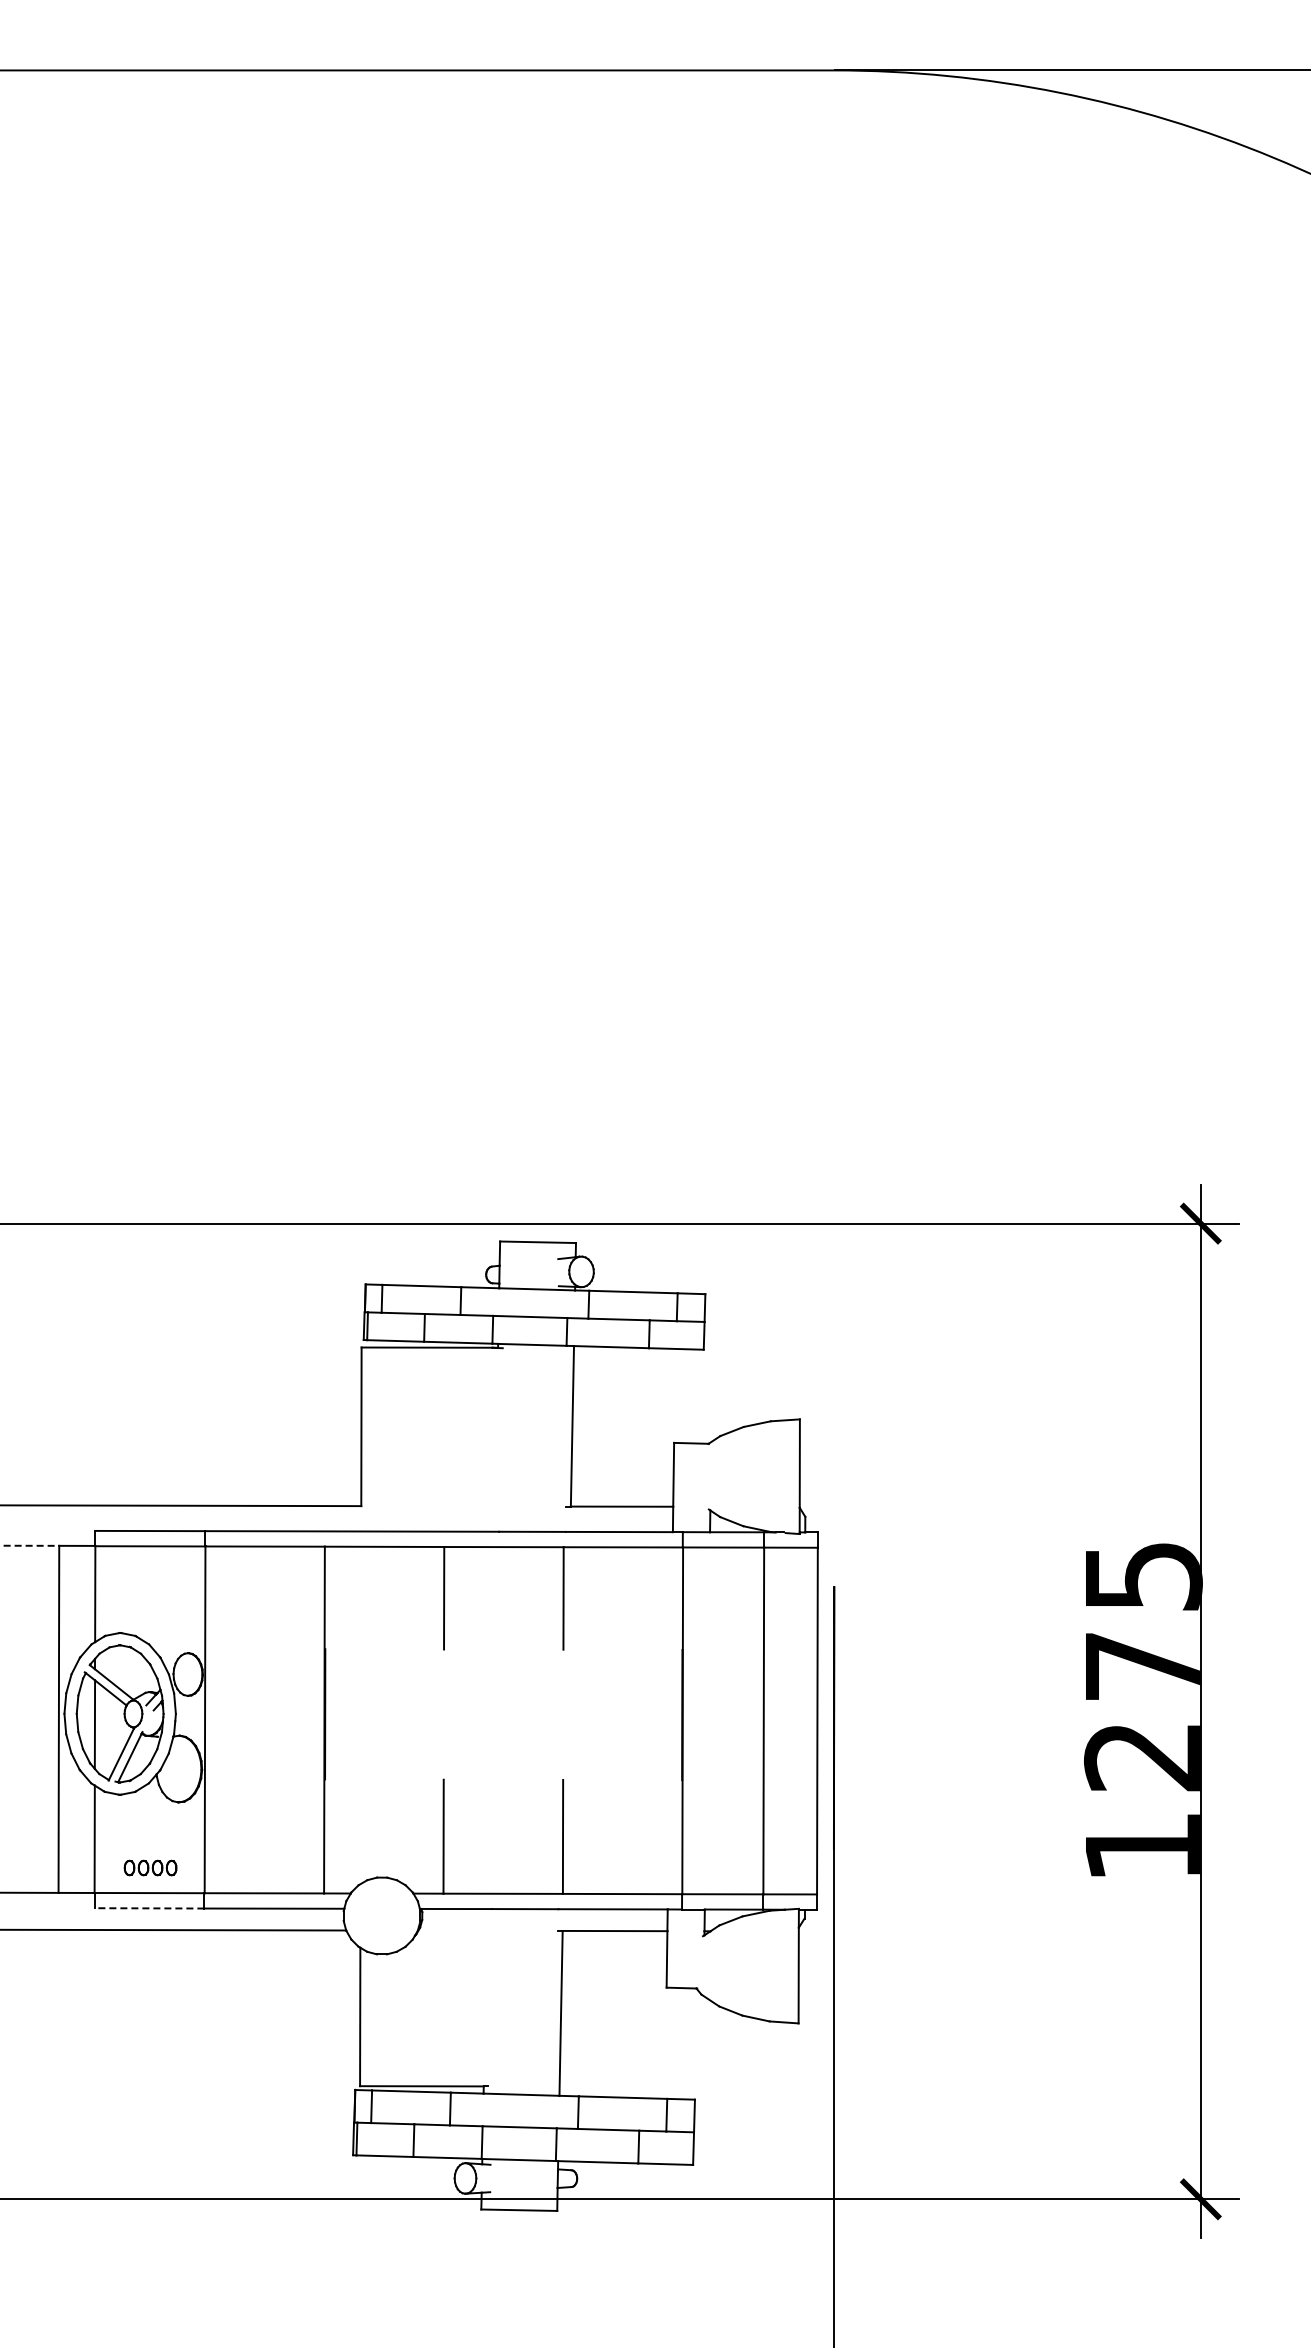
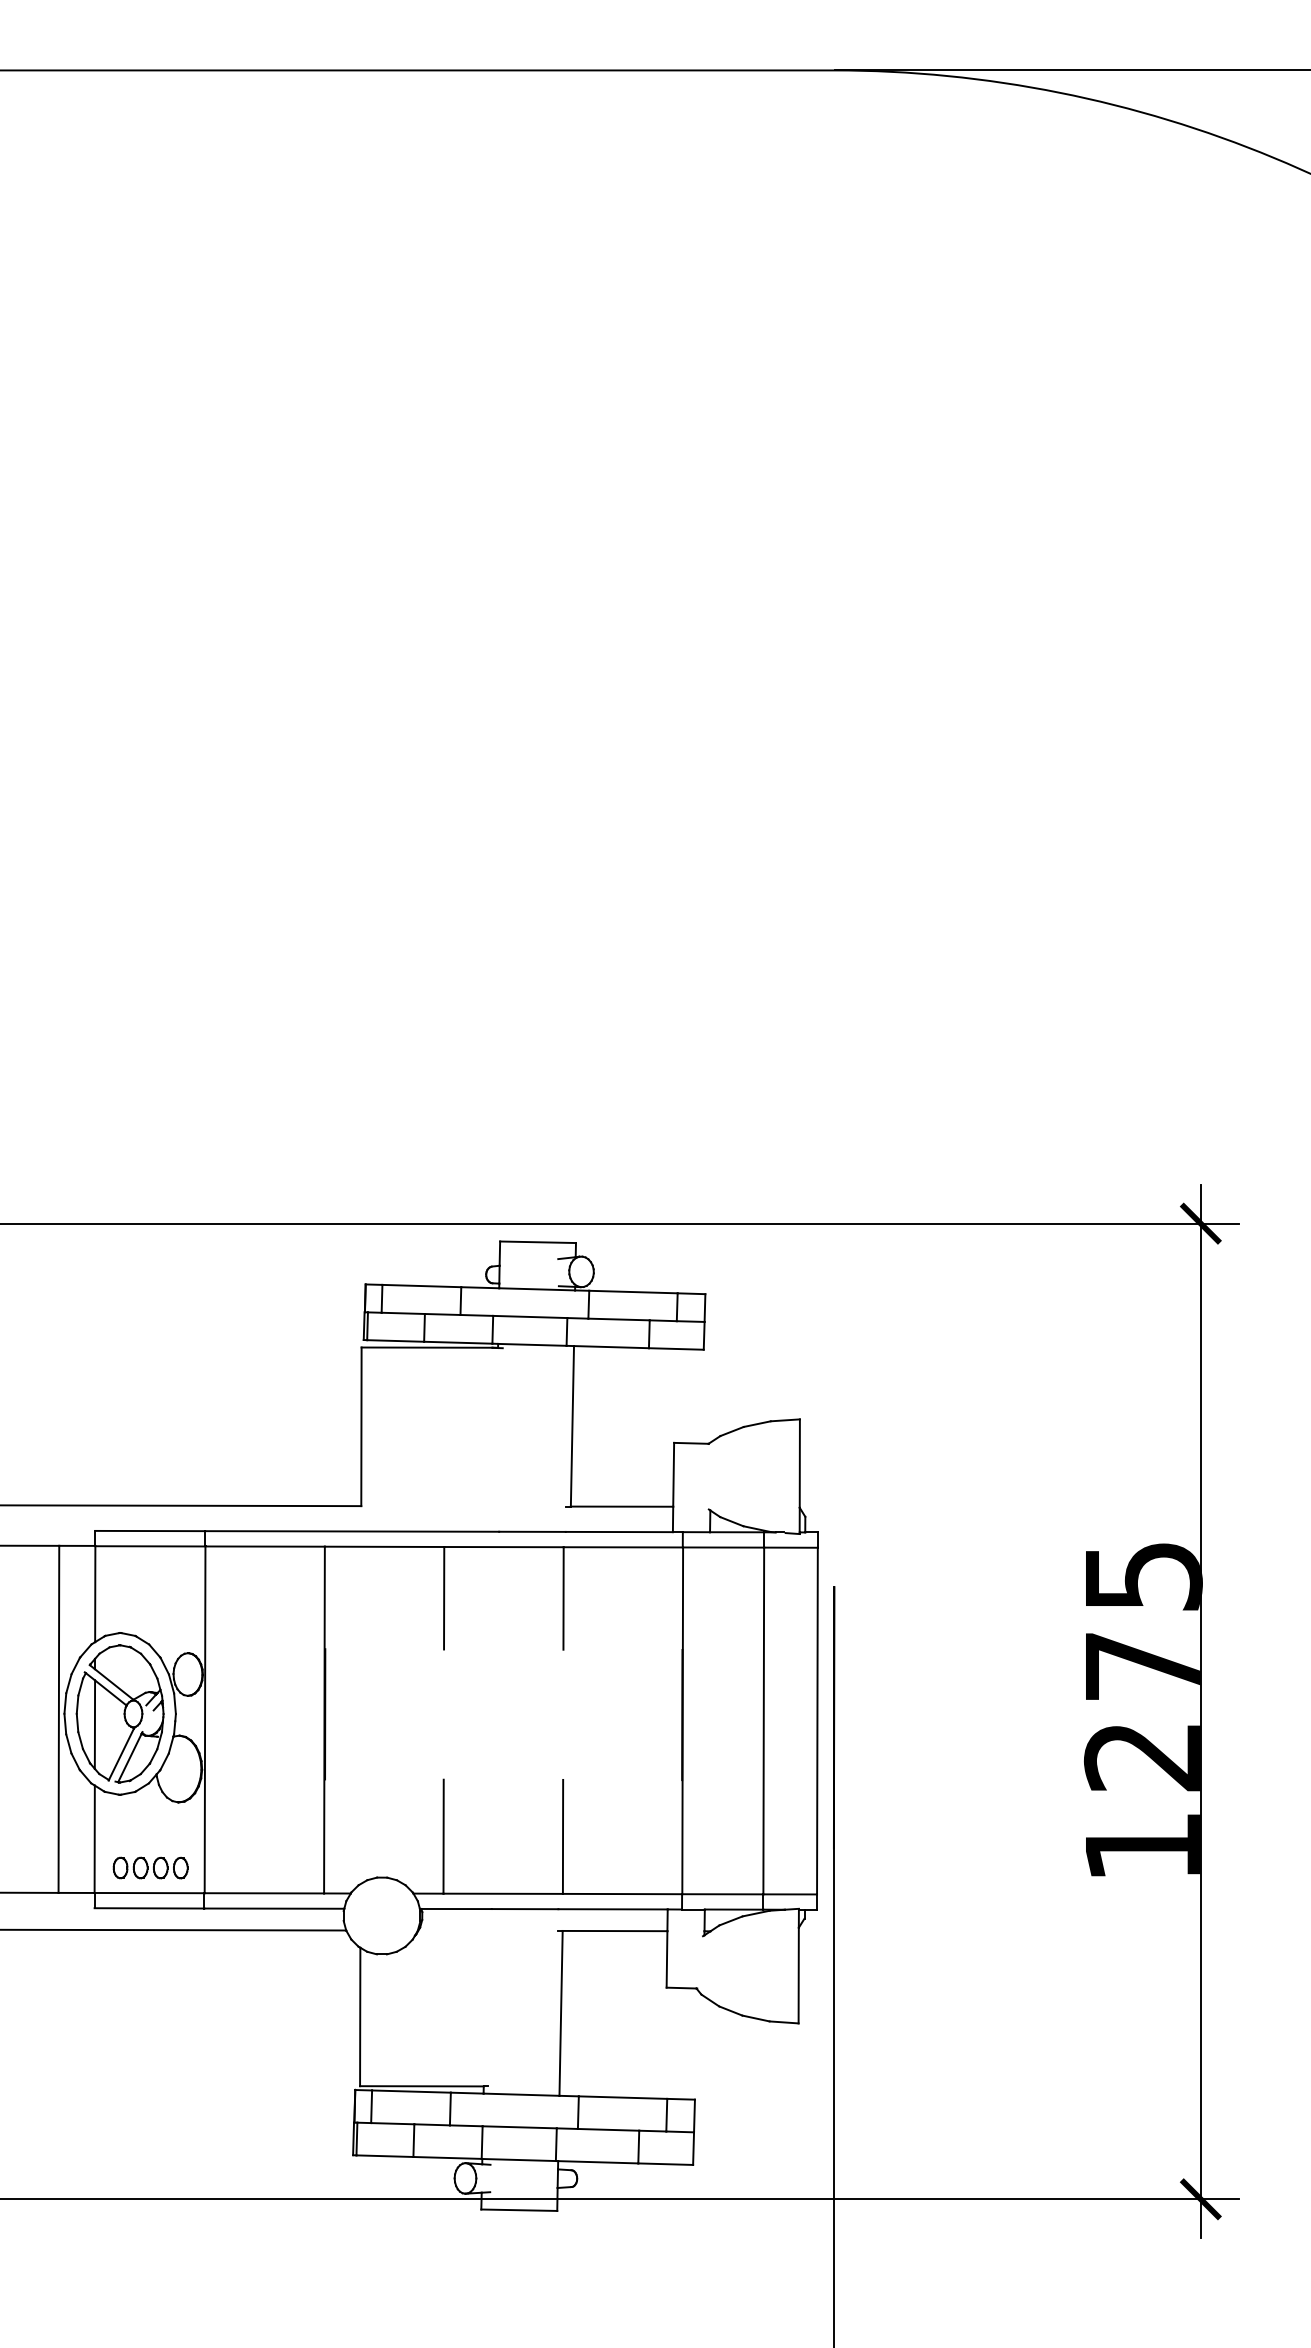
line at (30, 1545): dashed -> solid
part at (150, 1867) size: 55x18 px -> 77x24 px
line at (149, 1908): dashed -> solid
